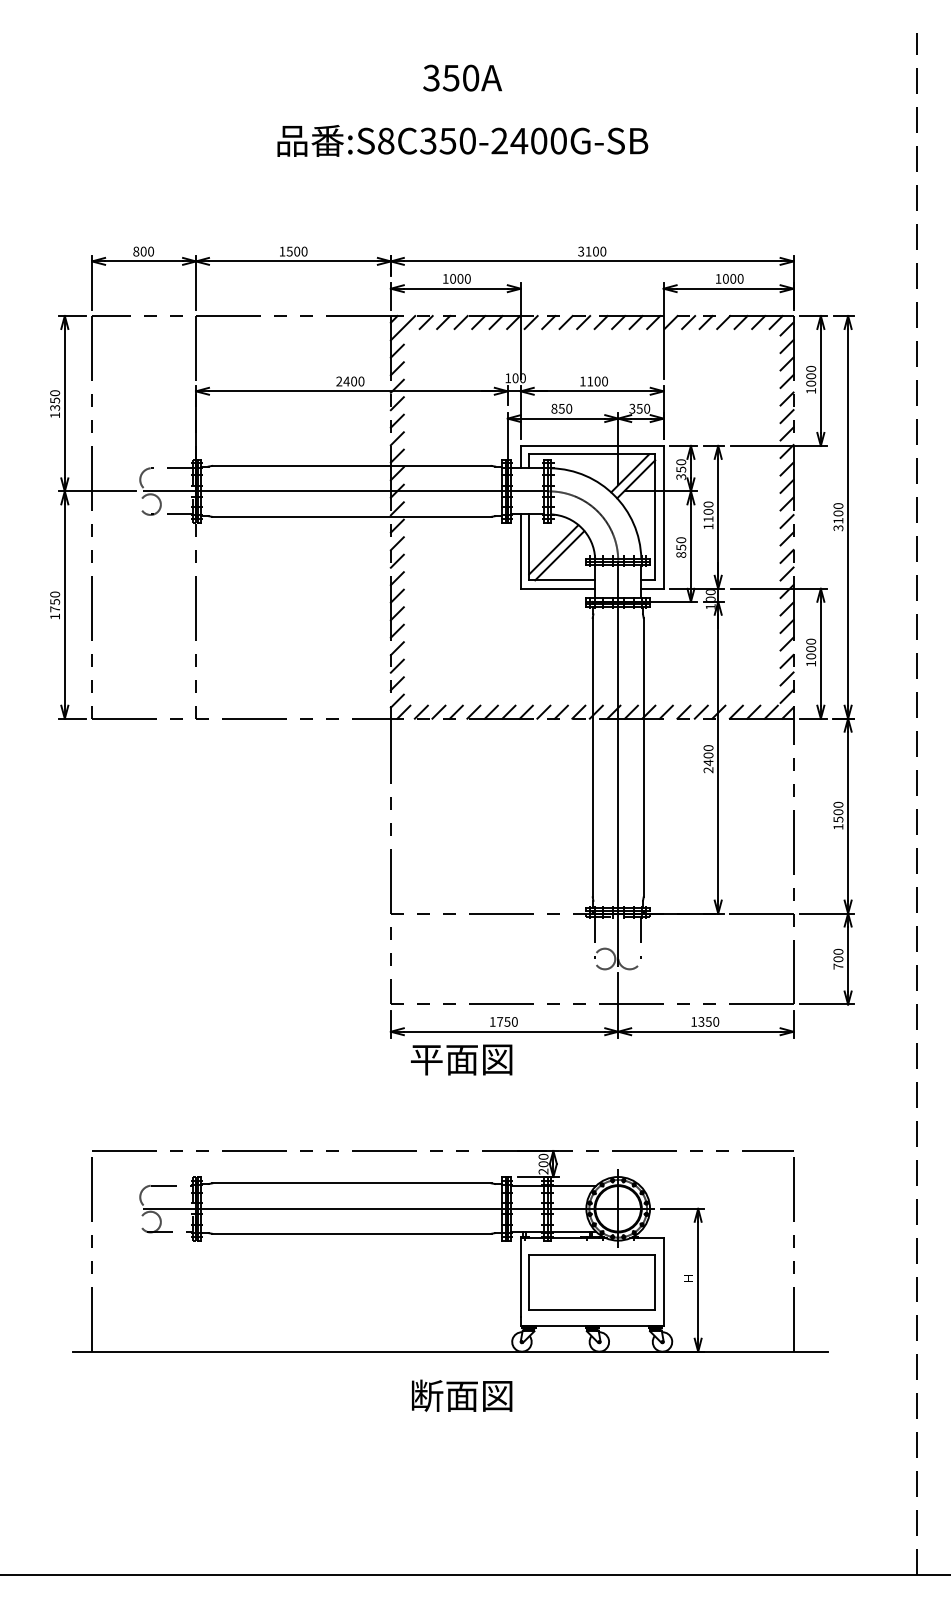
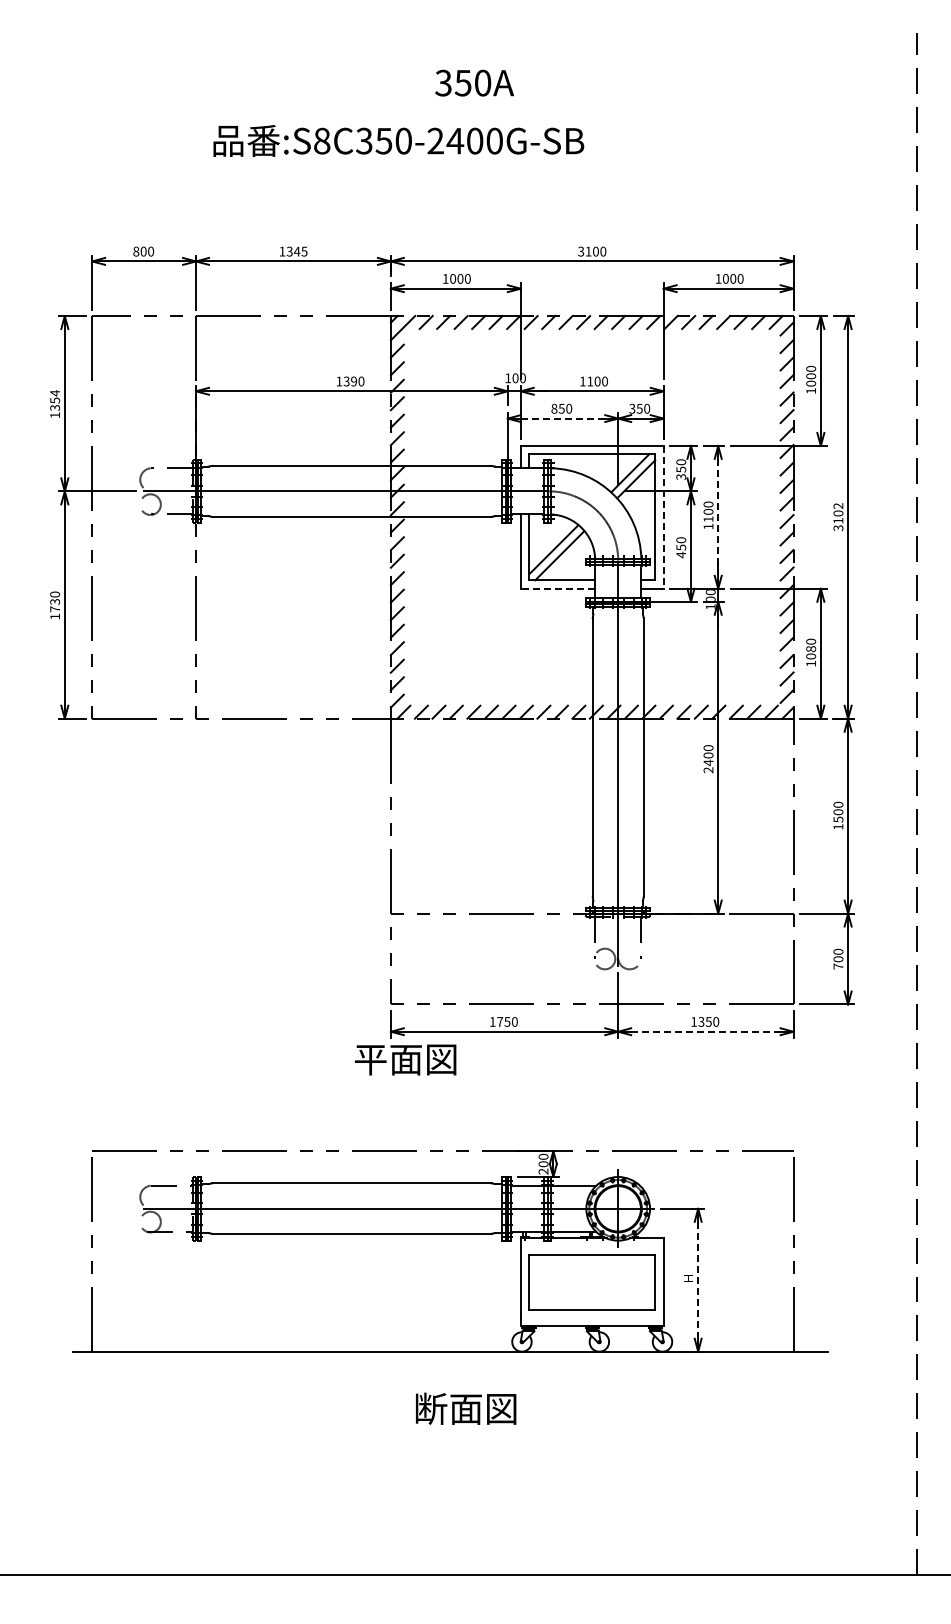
text at (462, 77) position: (462, 77) -> (474, 82)
text at (462, 140) position: (462, 140) -> (398, 140)
text at (297, 251): 1500 -> 1345
text at (346, 381): 2400 -> 1390
text at (55, 393): 1350 -> 1354
line at (563, 418): solid -> dashed
text at (838, 506): 3100 -> 3102
line at (718, 516): solid -> dashed
line at (663, 517): solid -> dashed
text at (681, 554): 850 -> 450
line at (557, 588): solid -> dashed
text at (54, 601): 1750 -> 1730
text at (810, 649): 1000 -> 1080
line at (705, 1031): solid -> dashed
text at (461, 1059) position: (461, 1059) -> (405, 1059)
line at (698, 1280): solid -> dashed
text at (462, 1395) position: (462, 1395) -> (466, 1408)
